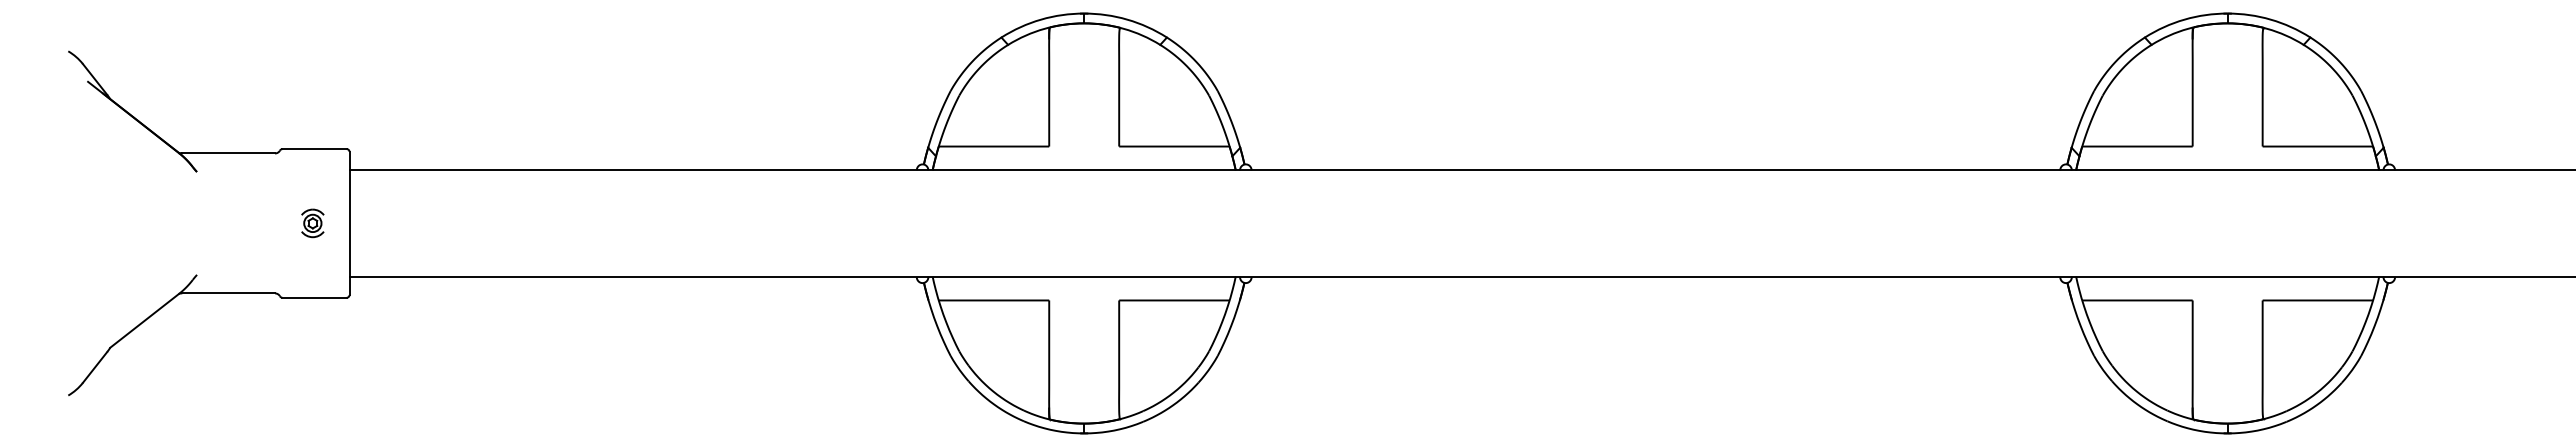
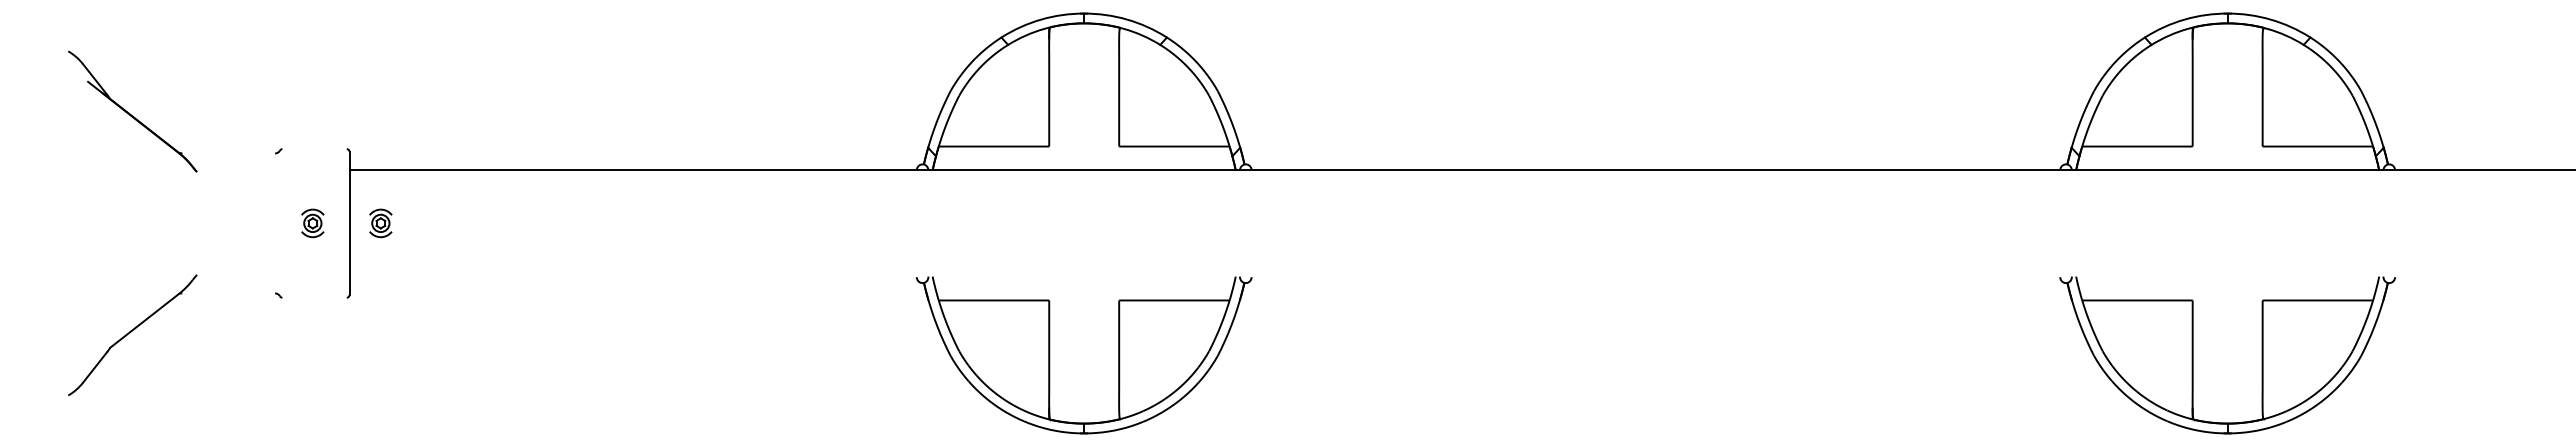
line at (314, 149): present -> none
line at (228, 153): present -> none
part at (380, 223): none -> present
line at (1460, 276): present -> none
line at (228, 293): present -> none
line at (314, 297): present -> none
